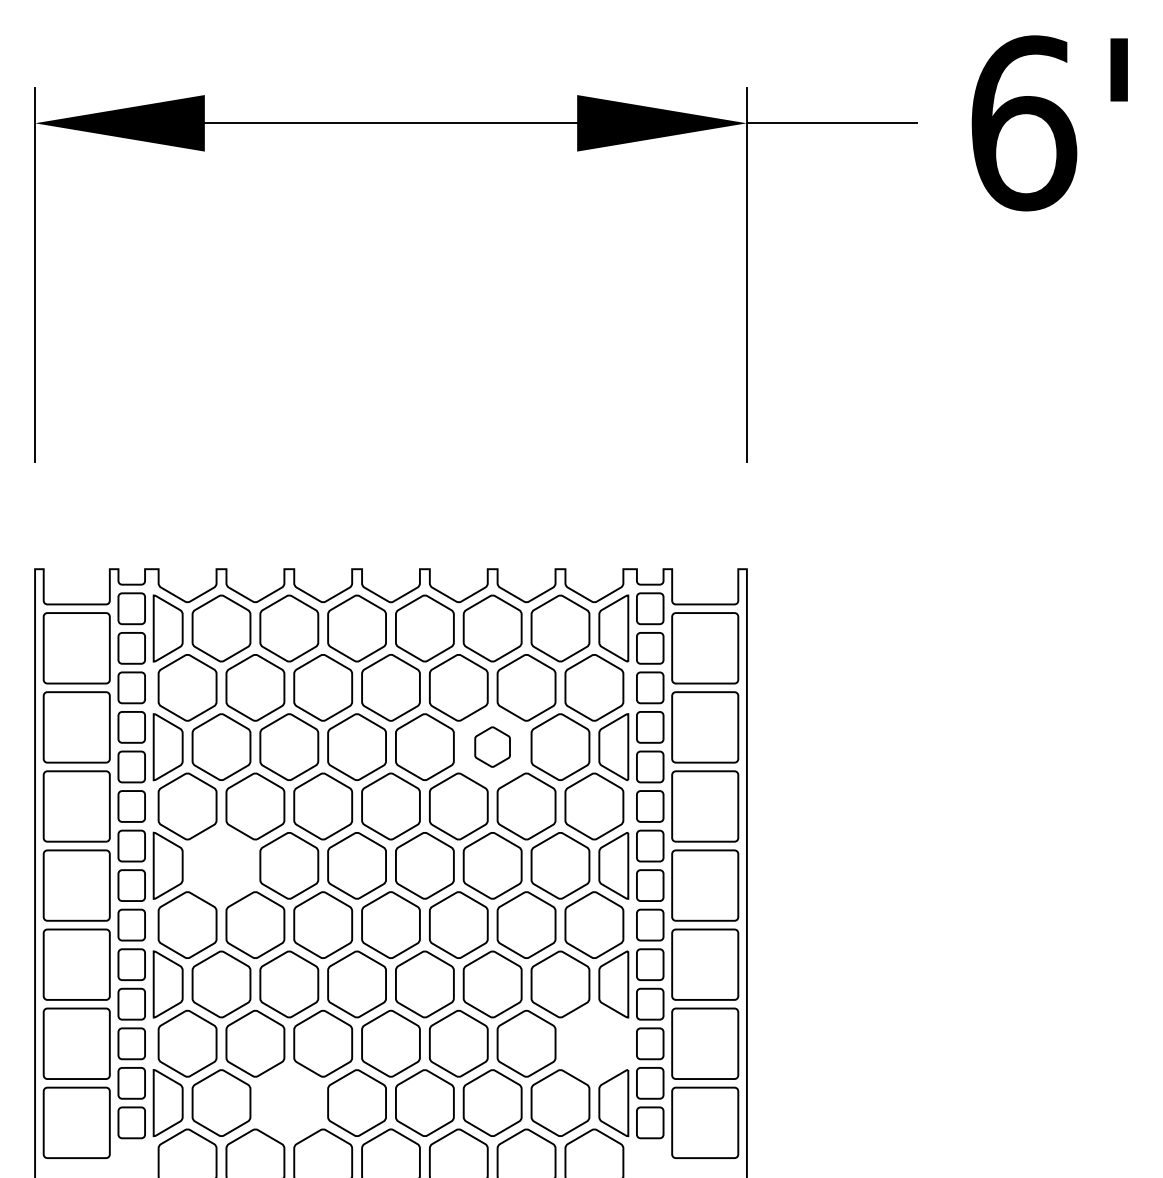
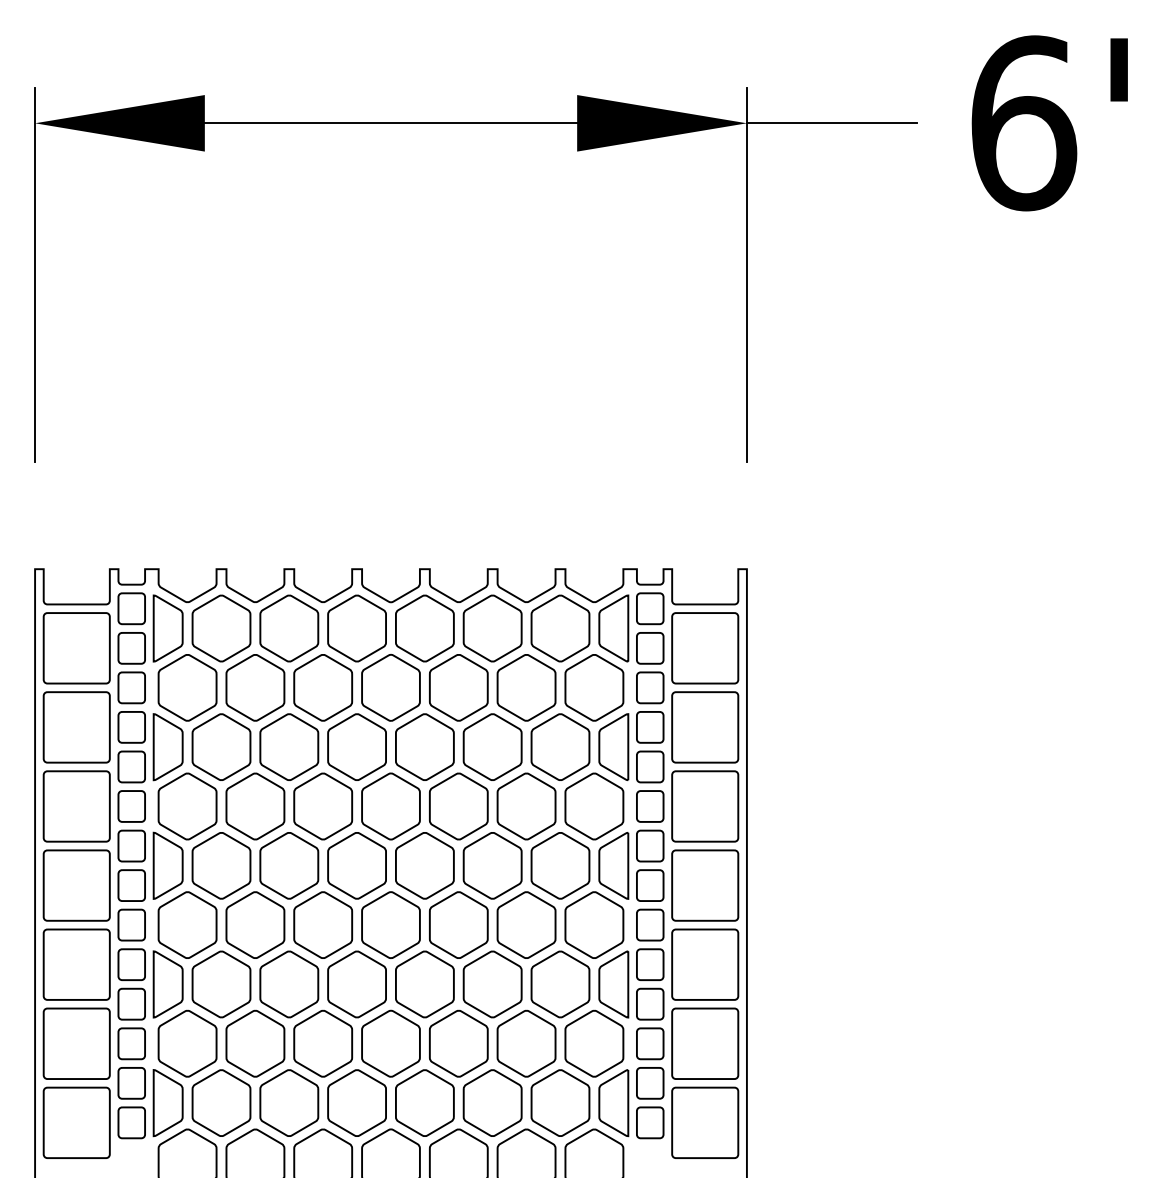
part at (492, 746) size: 37x42 px -> 61x68 px
part at (221, 865): none -> present
part at (594, 1043): none -> present
part at (289, 1102): none -> present
